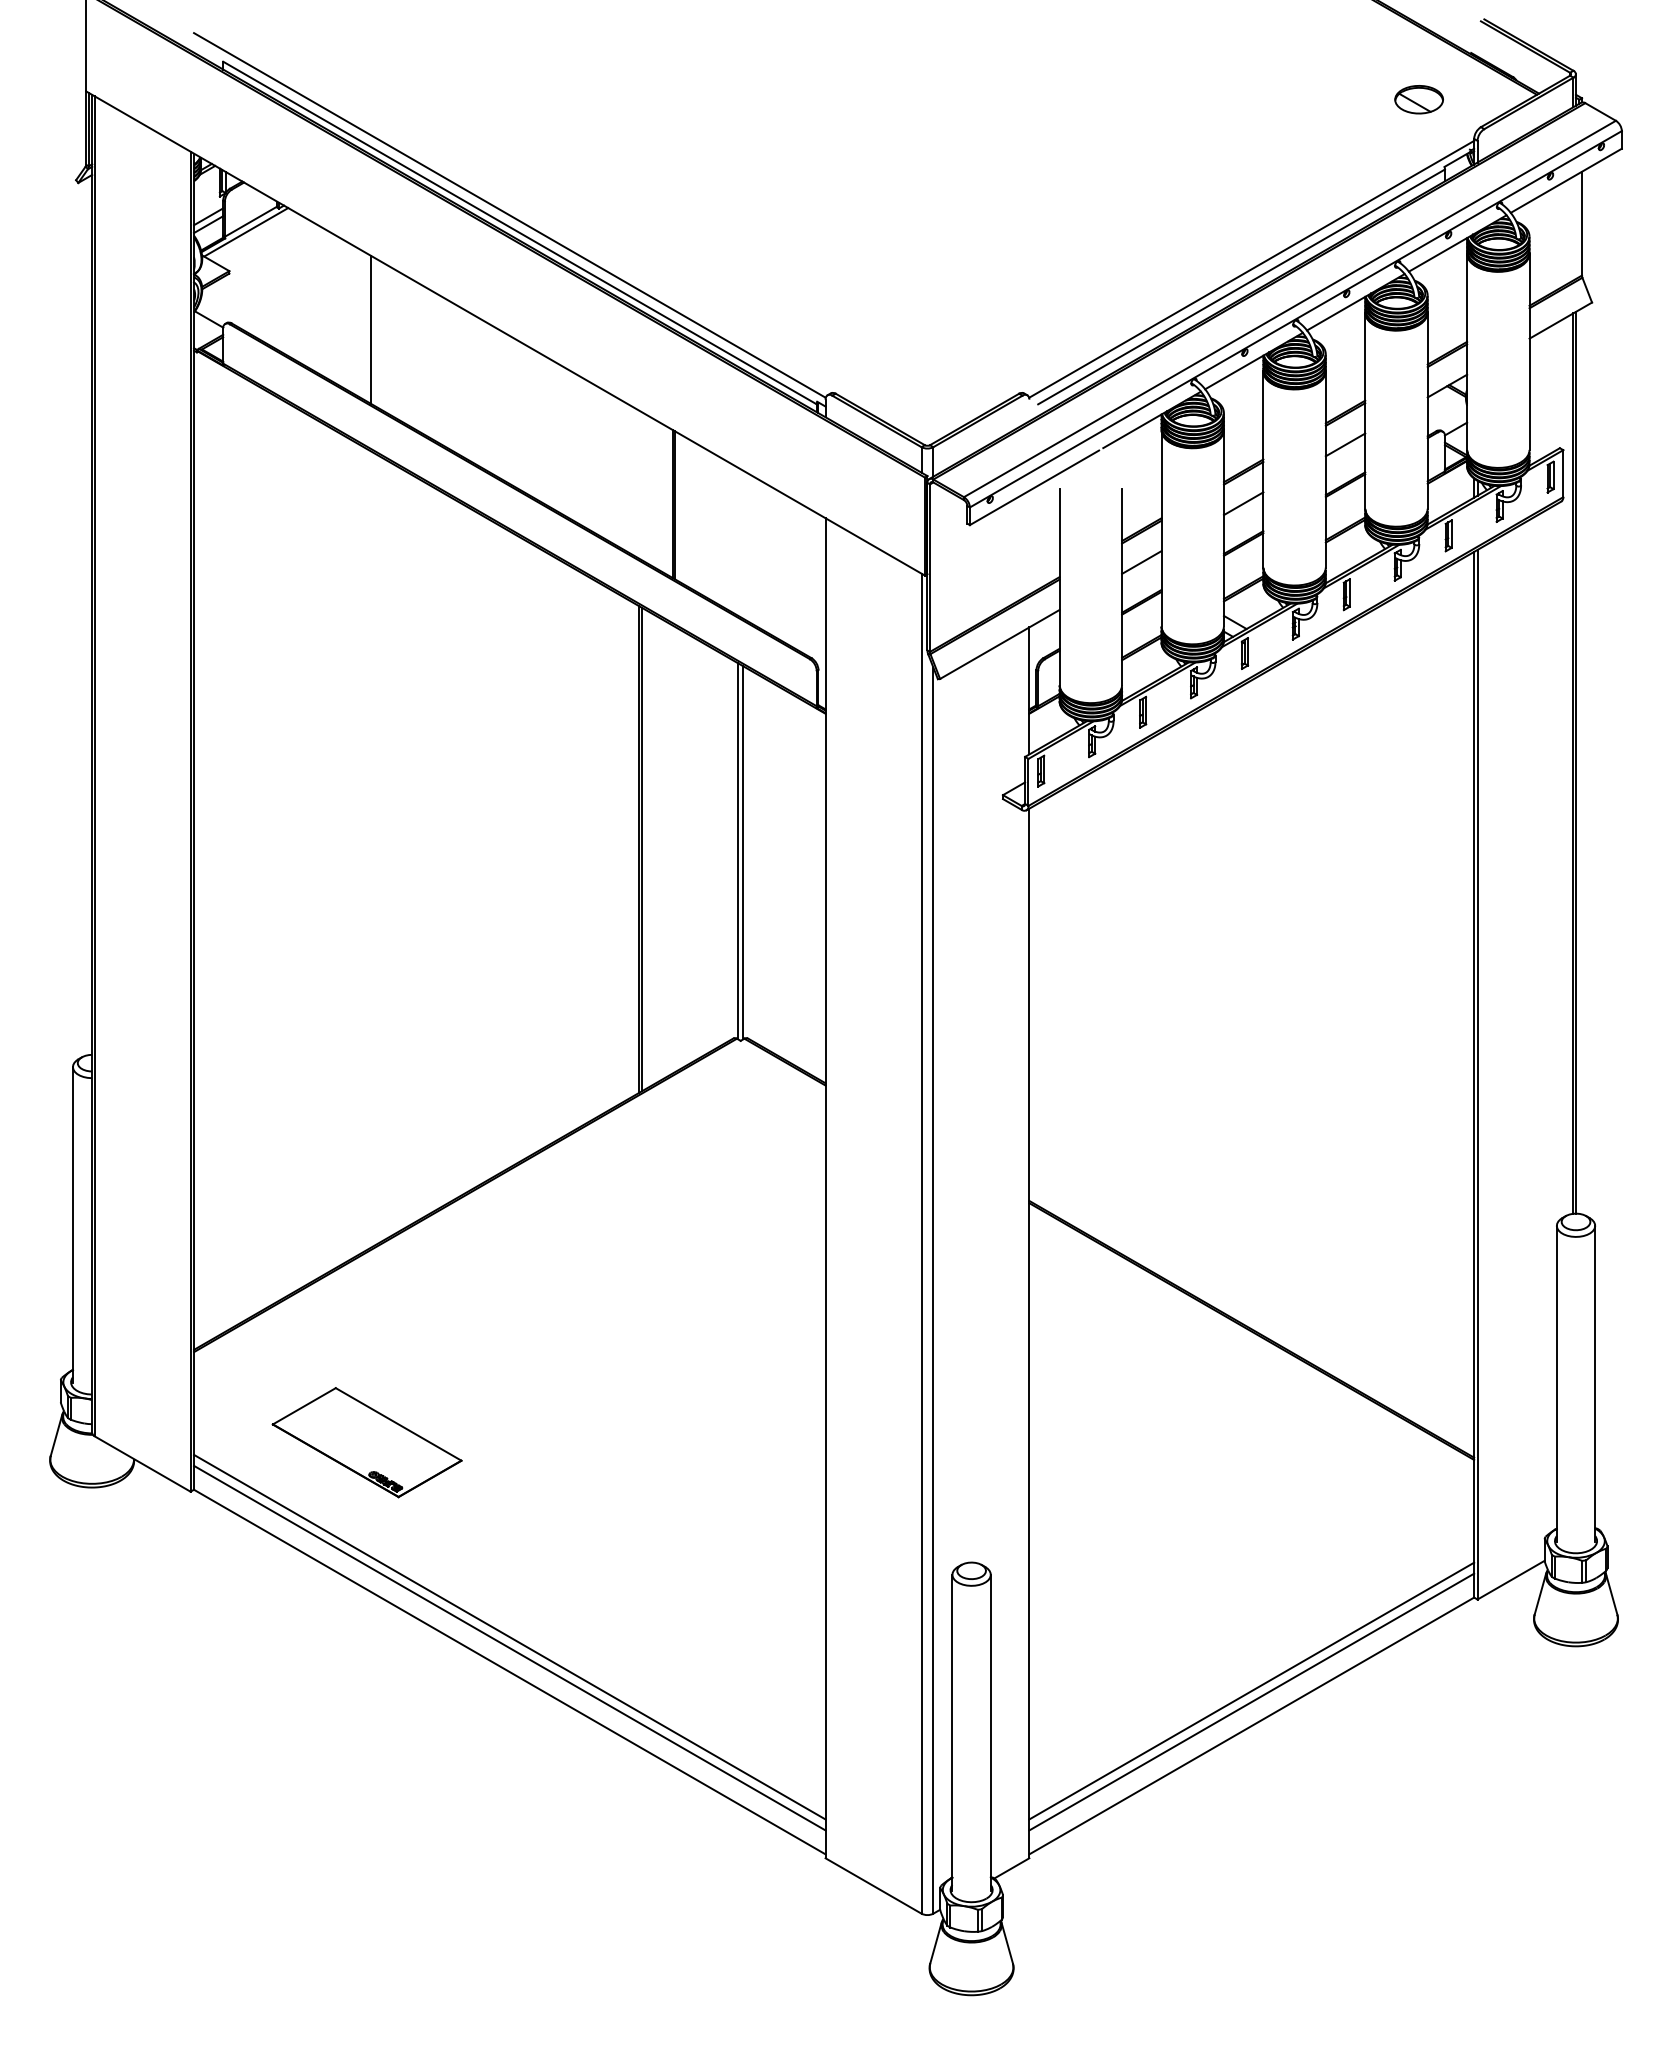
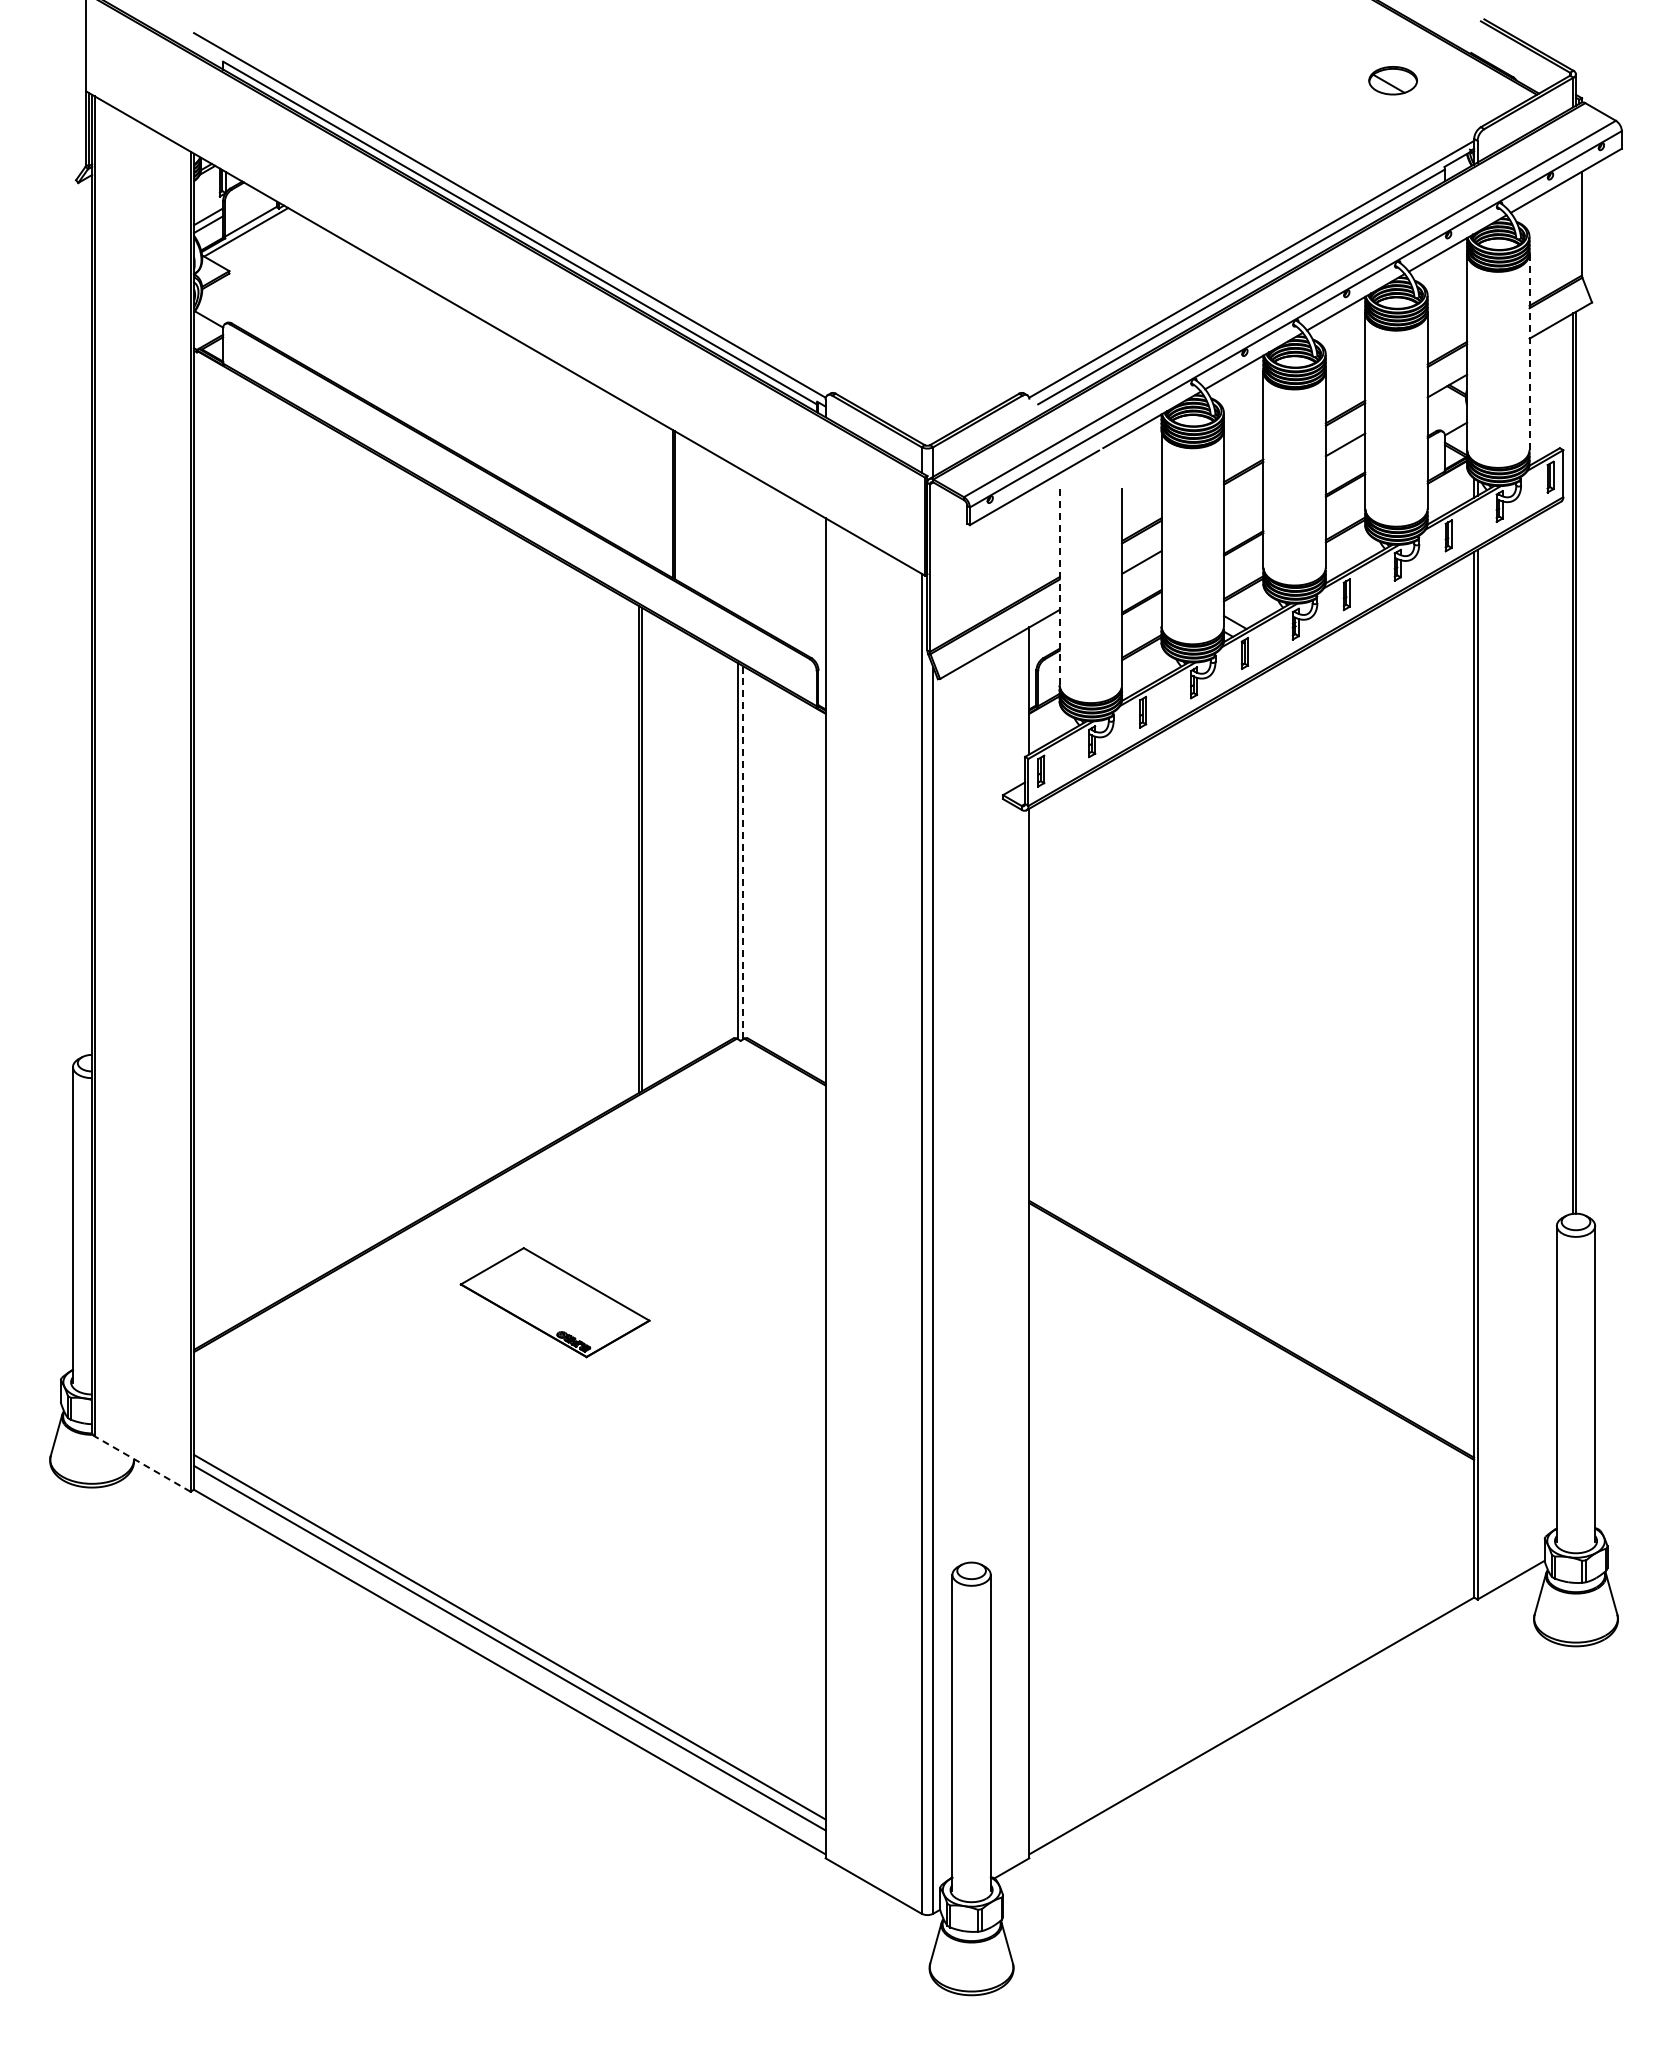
part at (1418, 99) position: (1418, 99) -> (1392, 80)
line at (370, 329): present -> none
line at (1529, 351): solid -> dashed
line at (1243, 503): present -> none
line at (1059, 587): solid -> dashed
line at (743, 852): solid -> dashed
part at (366, 1442) position: (366, 1442) -> (554, 1302)
line at (142, 1463): solid -> dashed
line at (1251, 1690): present -> none
line at (1251, 1701): present -> none
